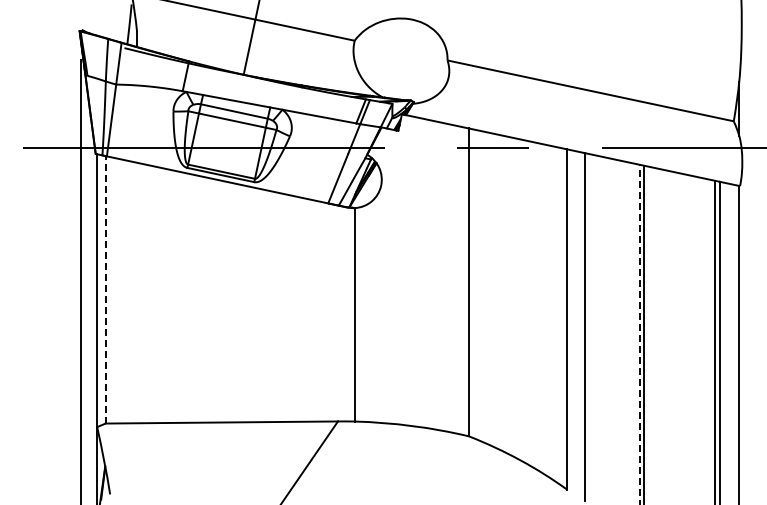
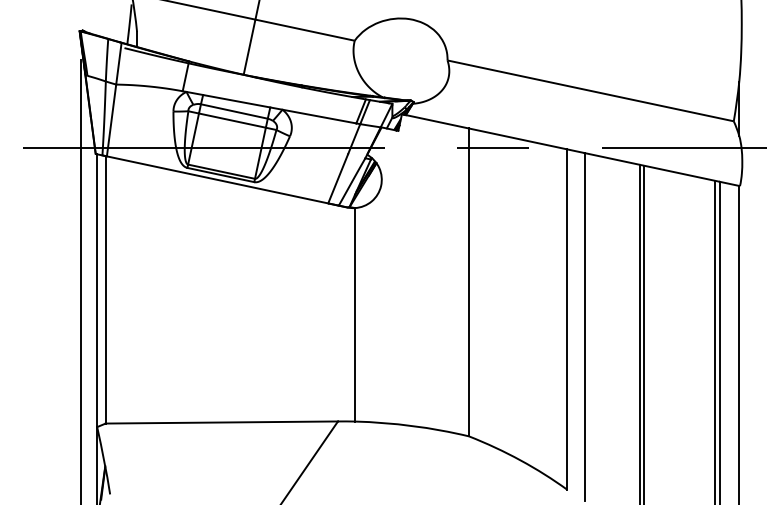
line at (105, 289): dashed -> solid
line at (639, 334): dashed -> solid
